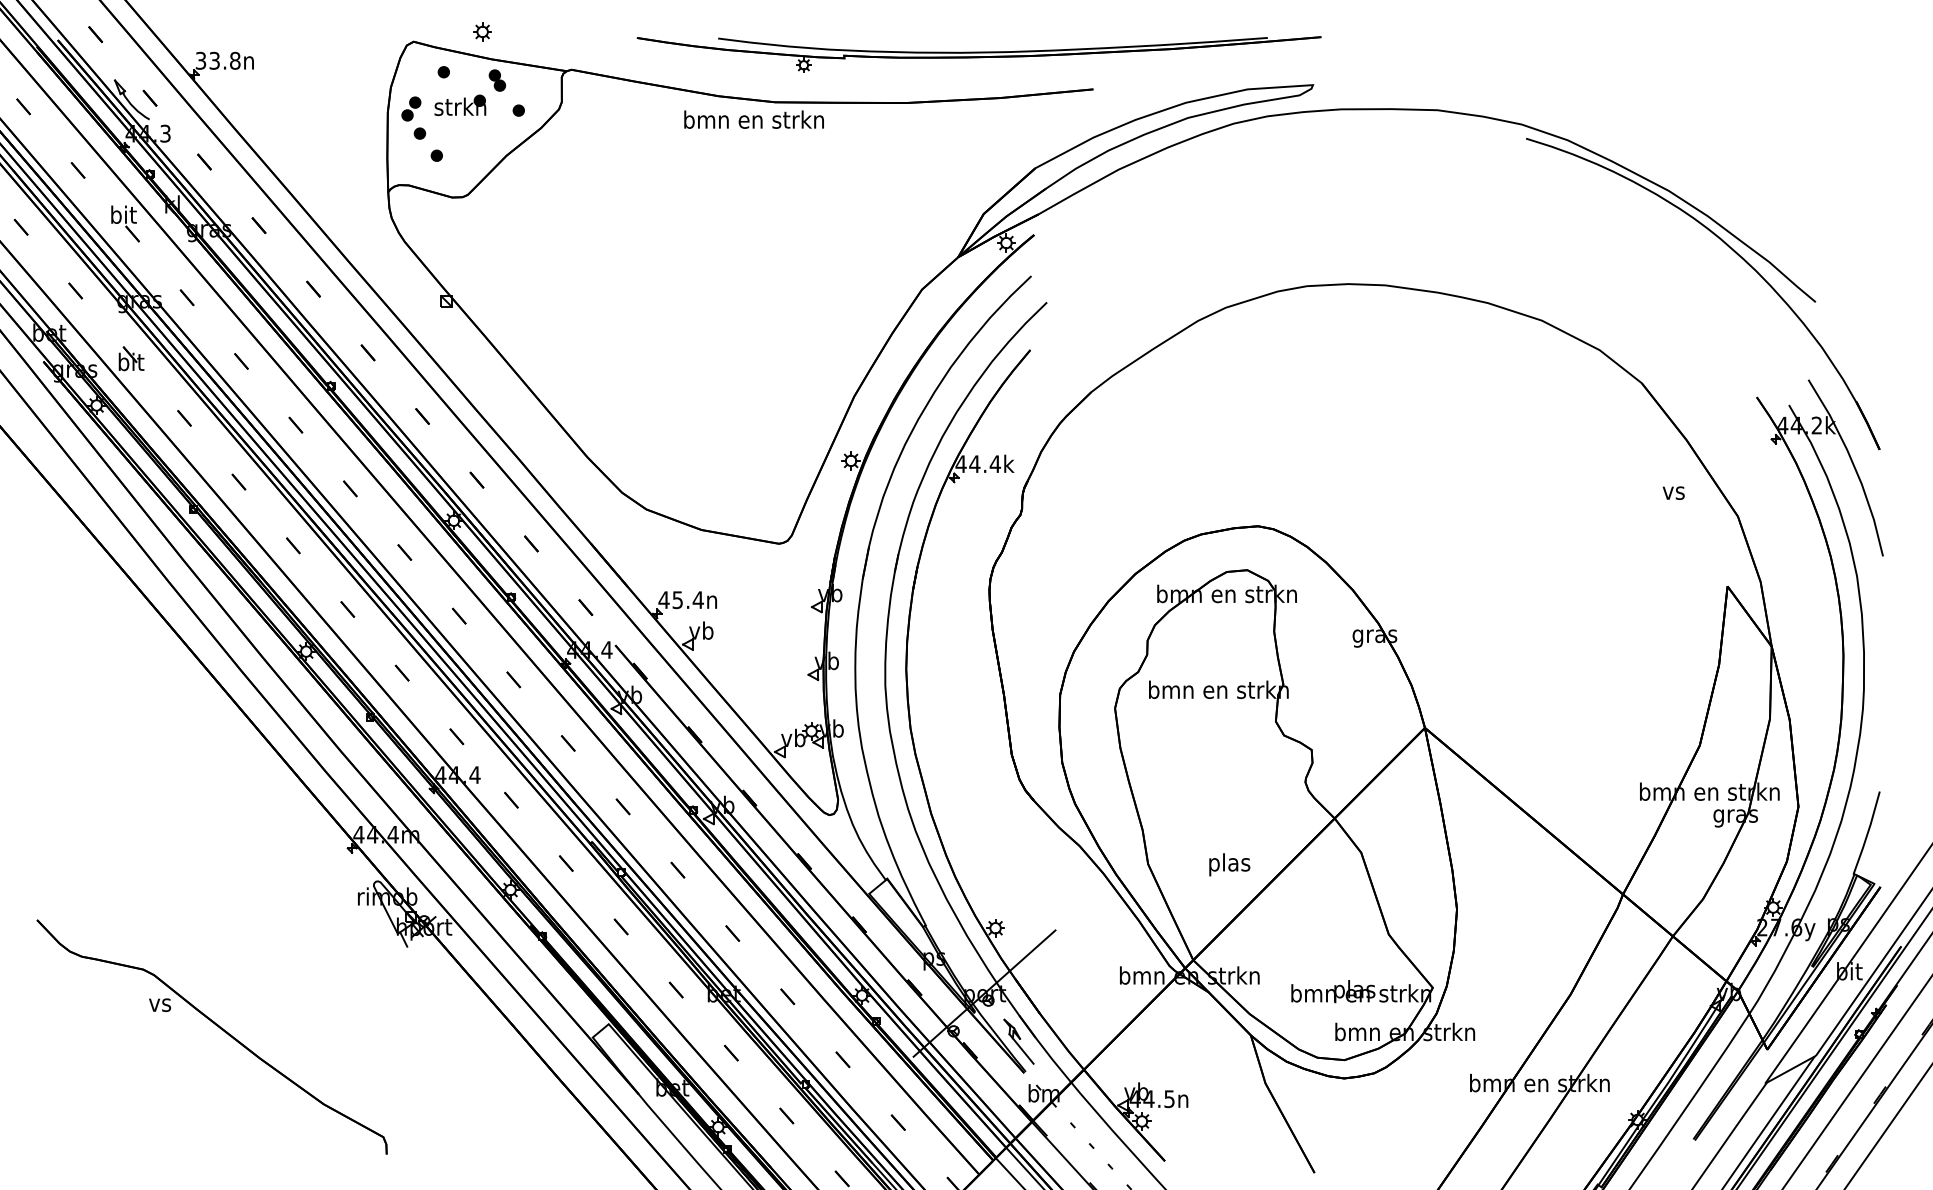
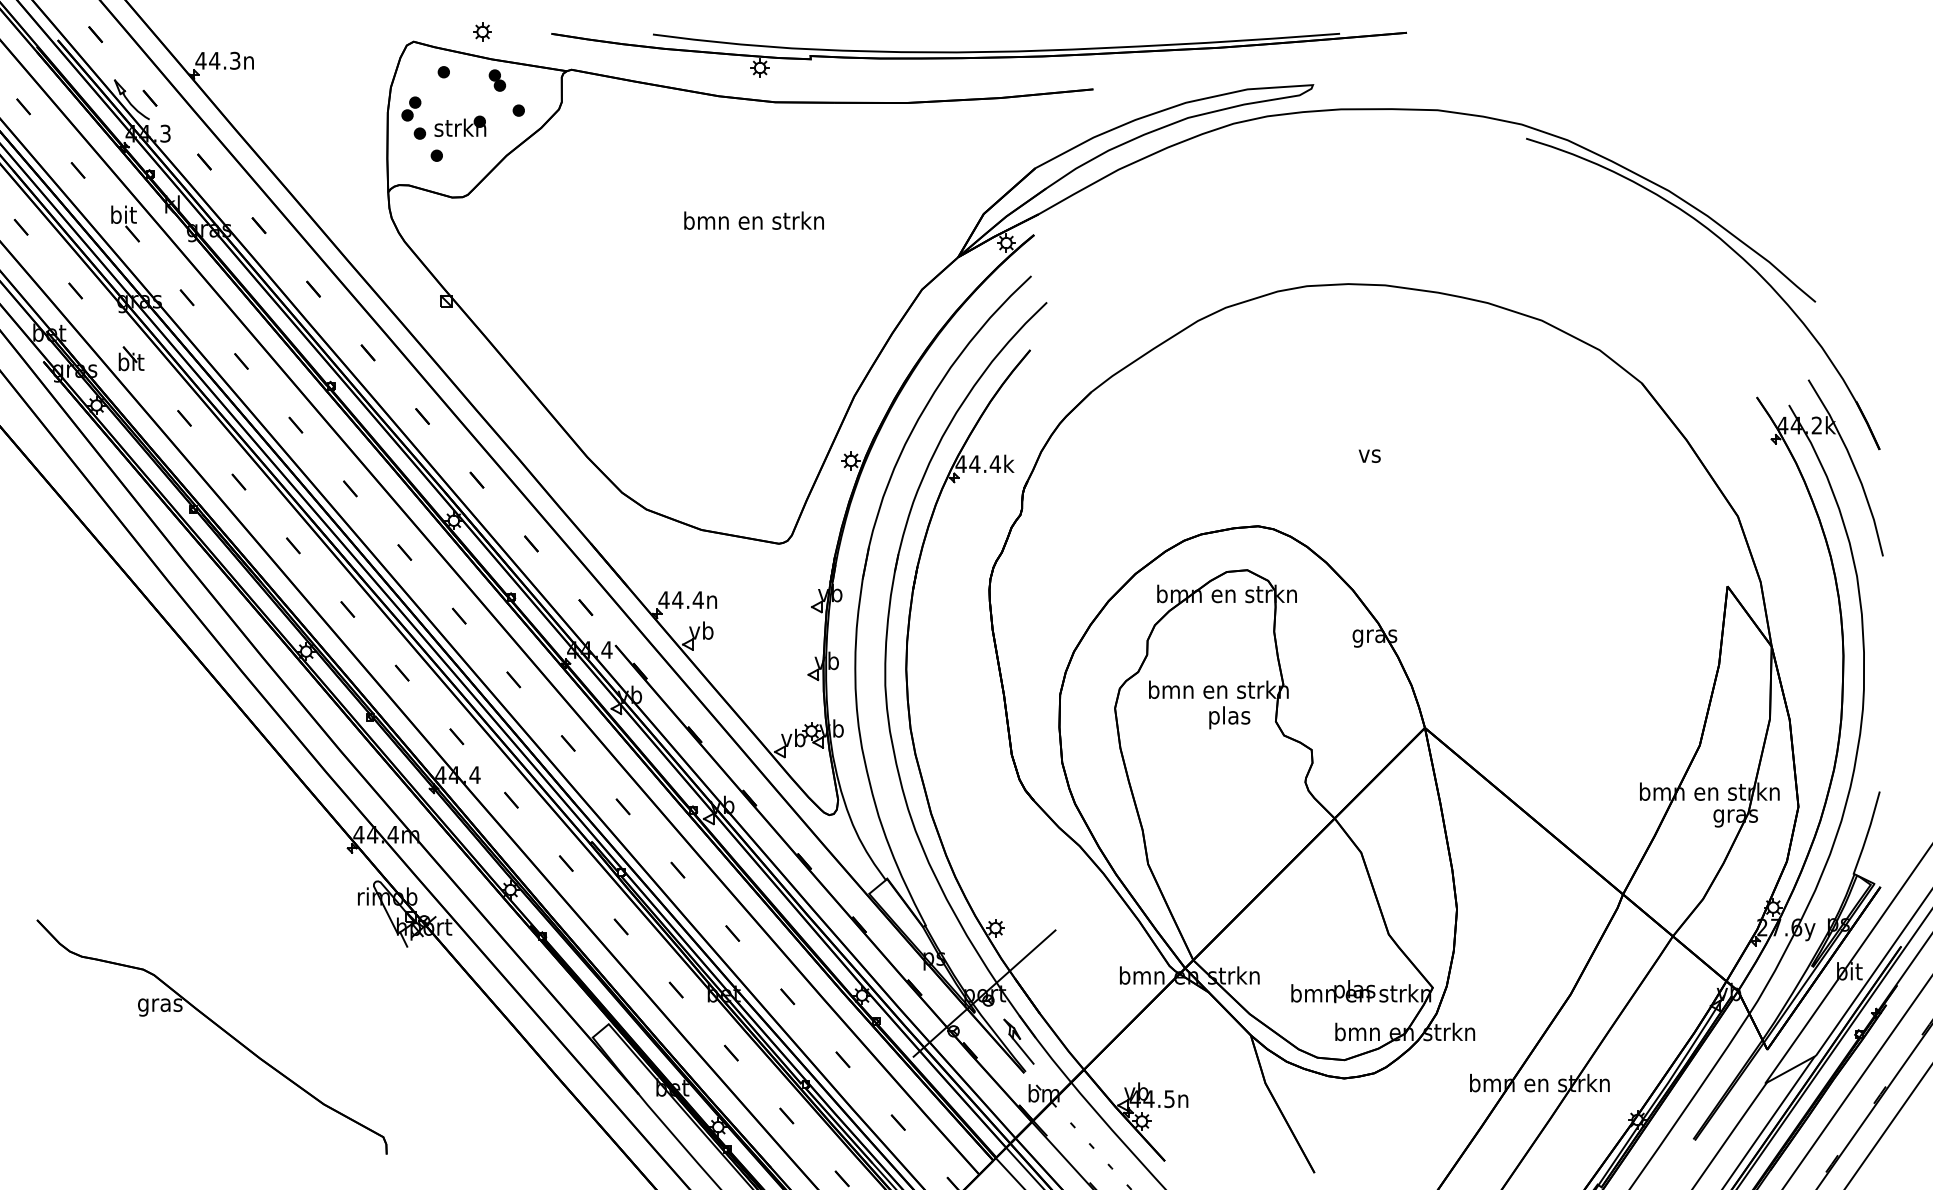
part at (978, 54) size: 686x37 px -> 856x47 px
text at (217, 60): 33.8n -> 44.3n
part at (460, 104) position: (460, 104) -> (460, 125)
text at (753, 119) position: (753, 119) -> (753, 220)
text at (1673, 492) position: (1673, 492) -> (1369, 455)
text at (677, 600): 45.4n -> 44.4n
text at (1229, 864) position: (1229, 864) -> (1229, 717)
text at (160, 1007): vs -> gras
